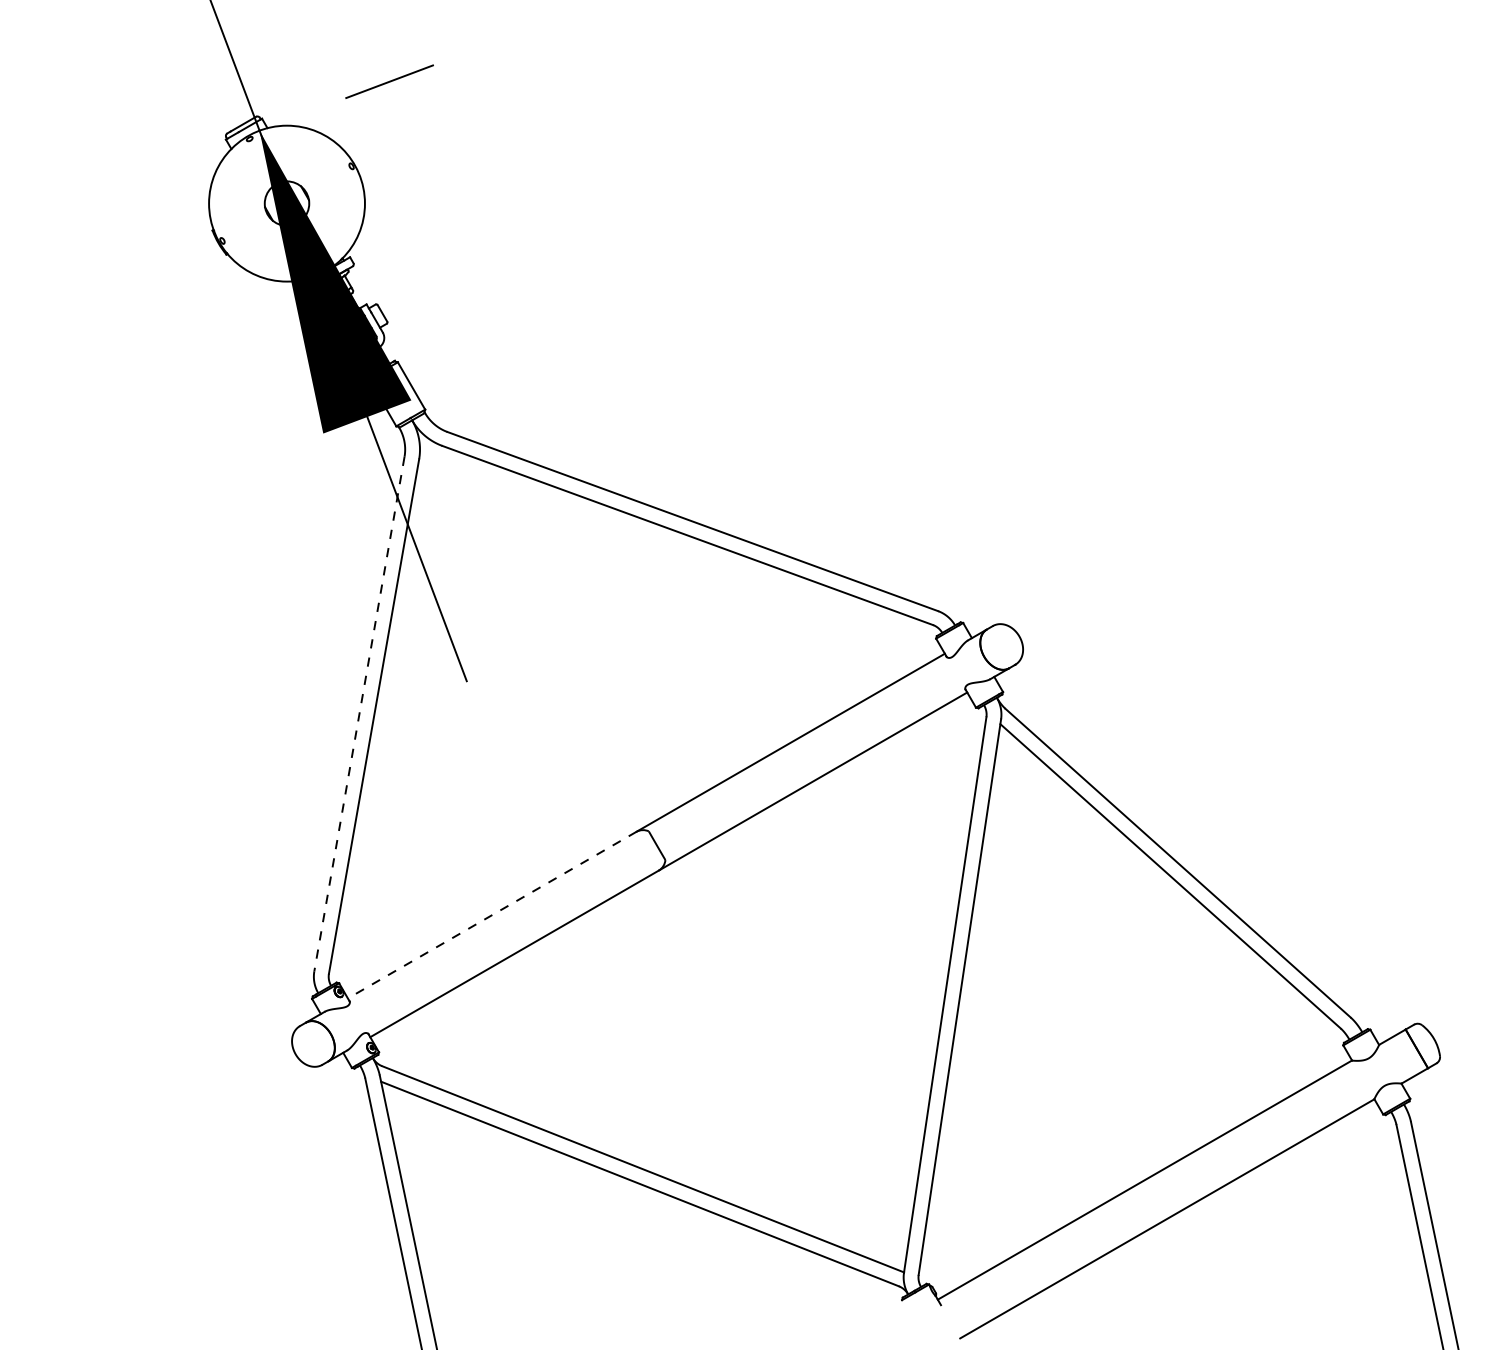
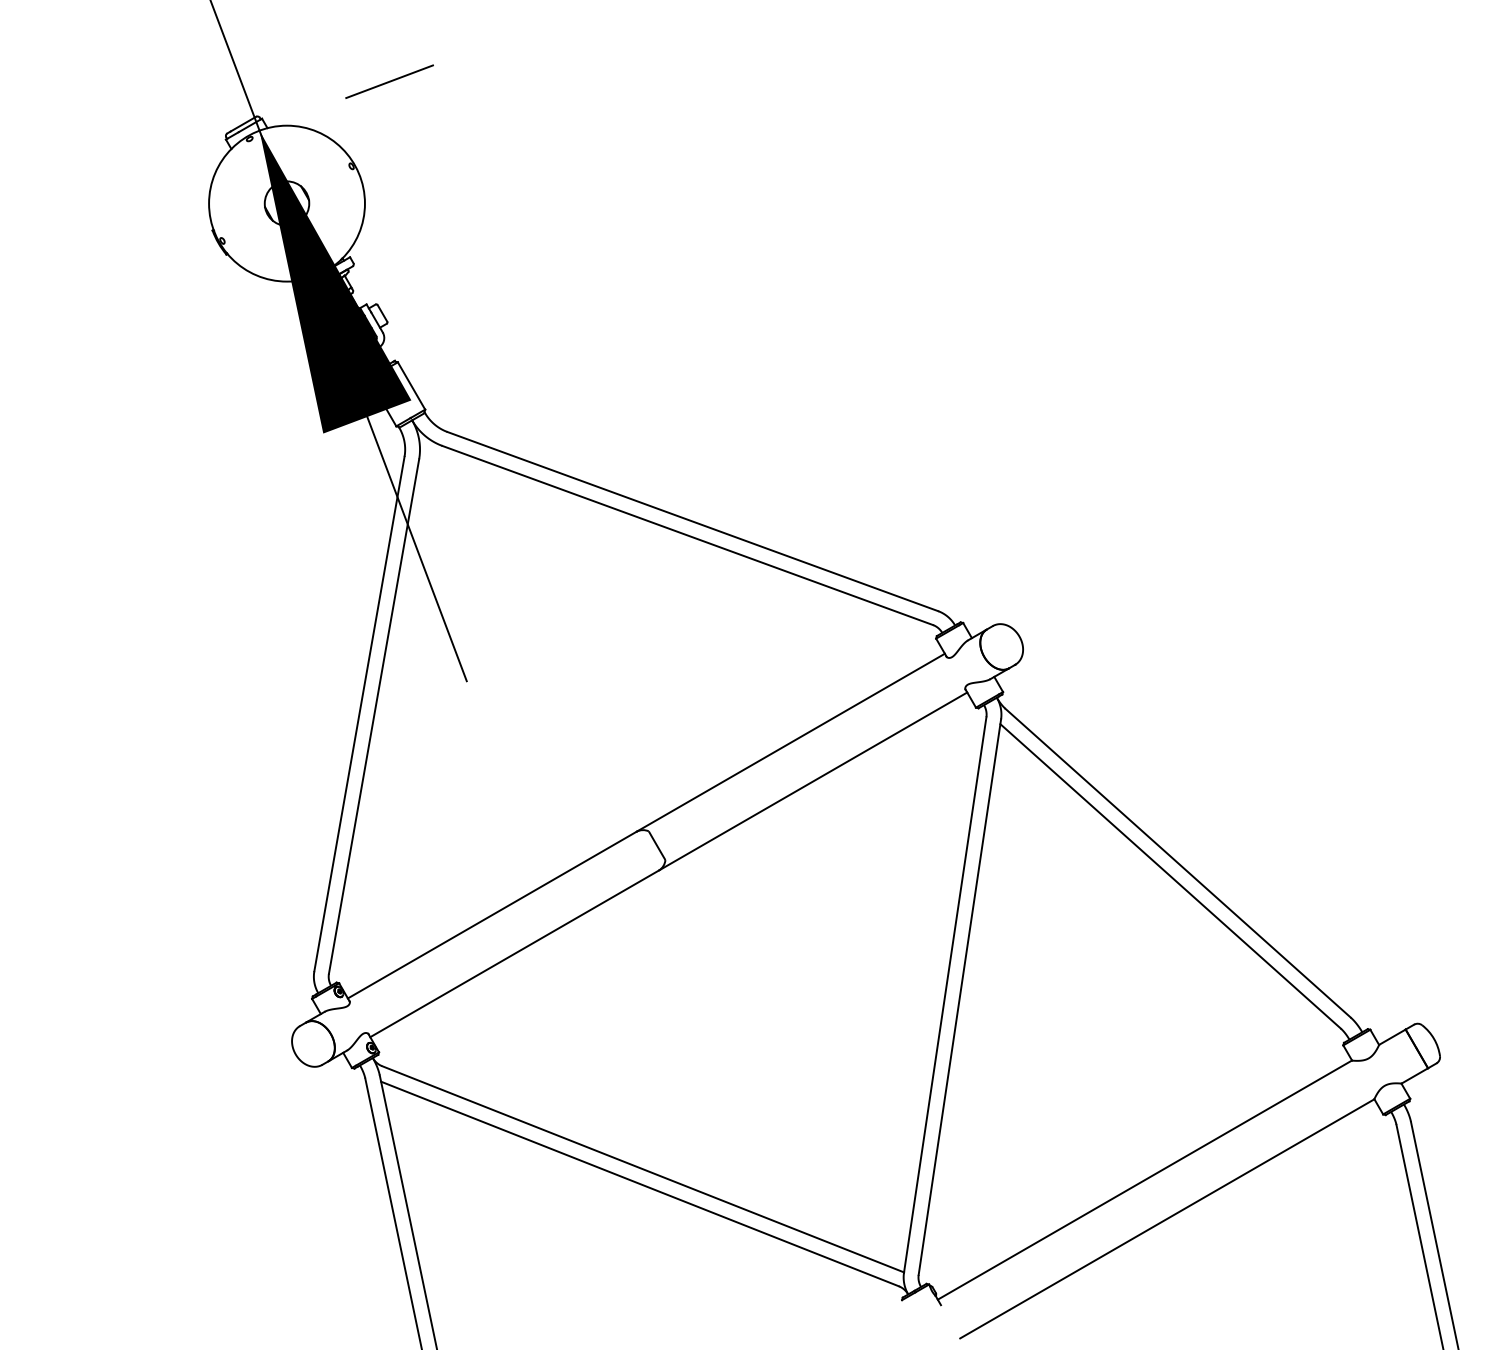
line at (359, 714): dashed -> solid
line at (492, 915): dashed -> solid
